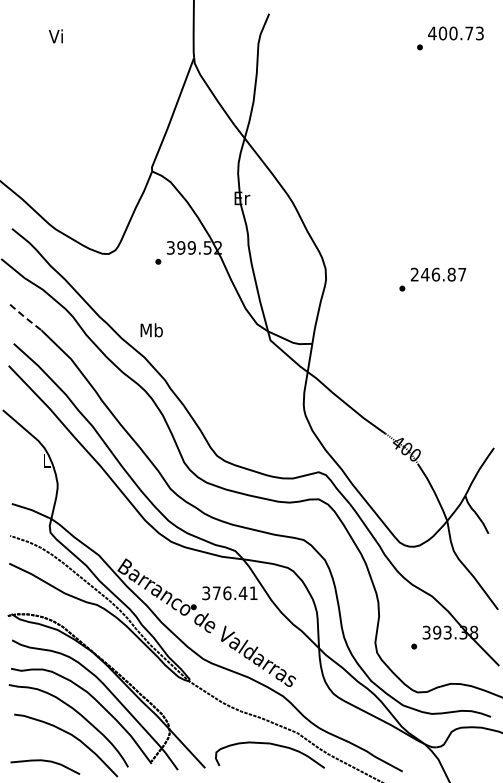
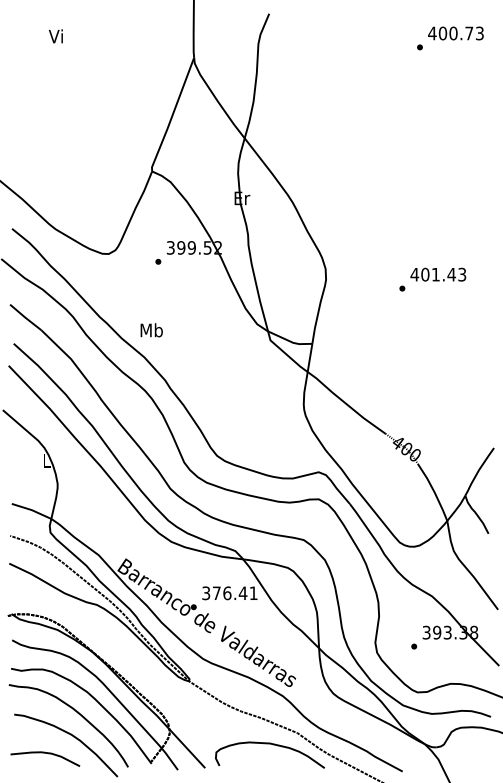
text at (438, 274): 246.87 -> 401.43
line at (25, 317): dashed -> solid
curve at (45, 761) position: (45, 761) -> (45, 753)
